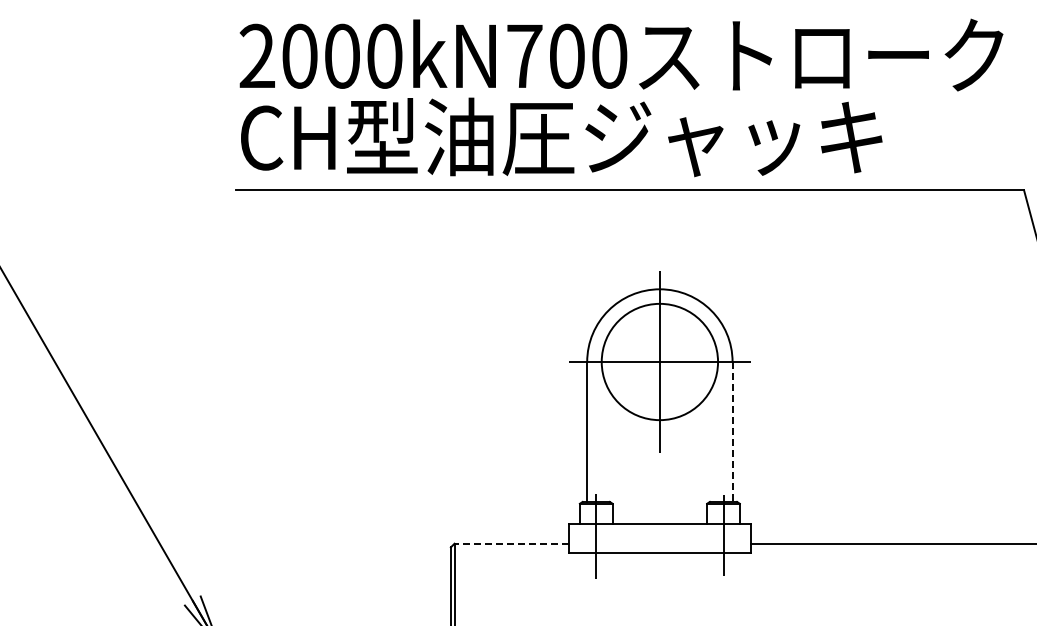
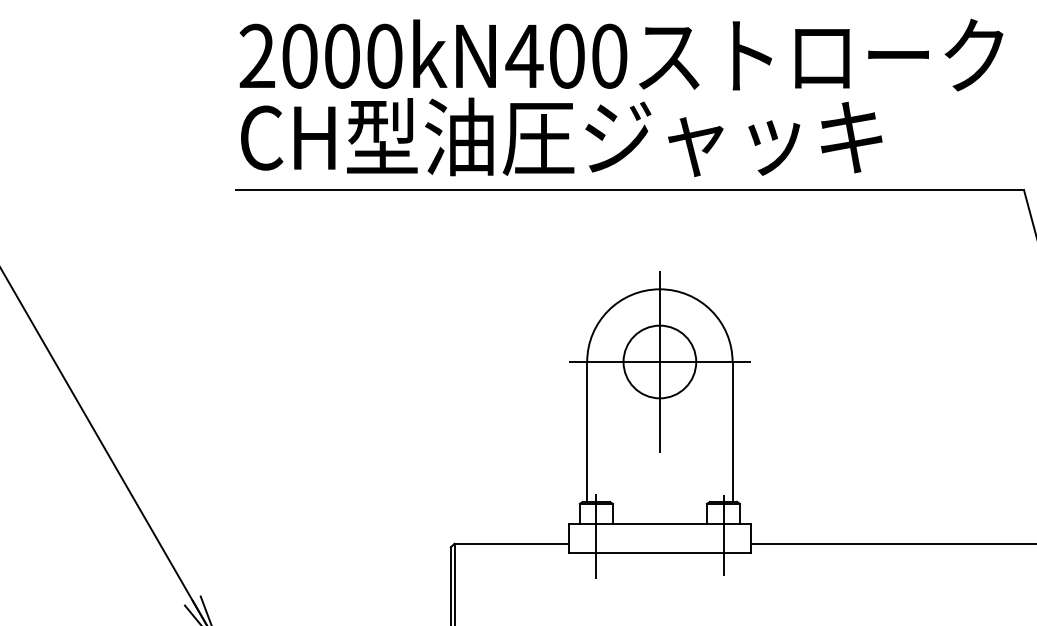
text at (524, 55): 2000kN700 -> 2000kN400
circle at (659, 361) diameter: 116 px -> 73 px
line at (732, 431): dashed -> solid
line at (511, 543): dashed -> solid
